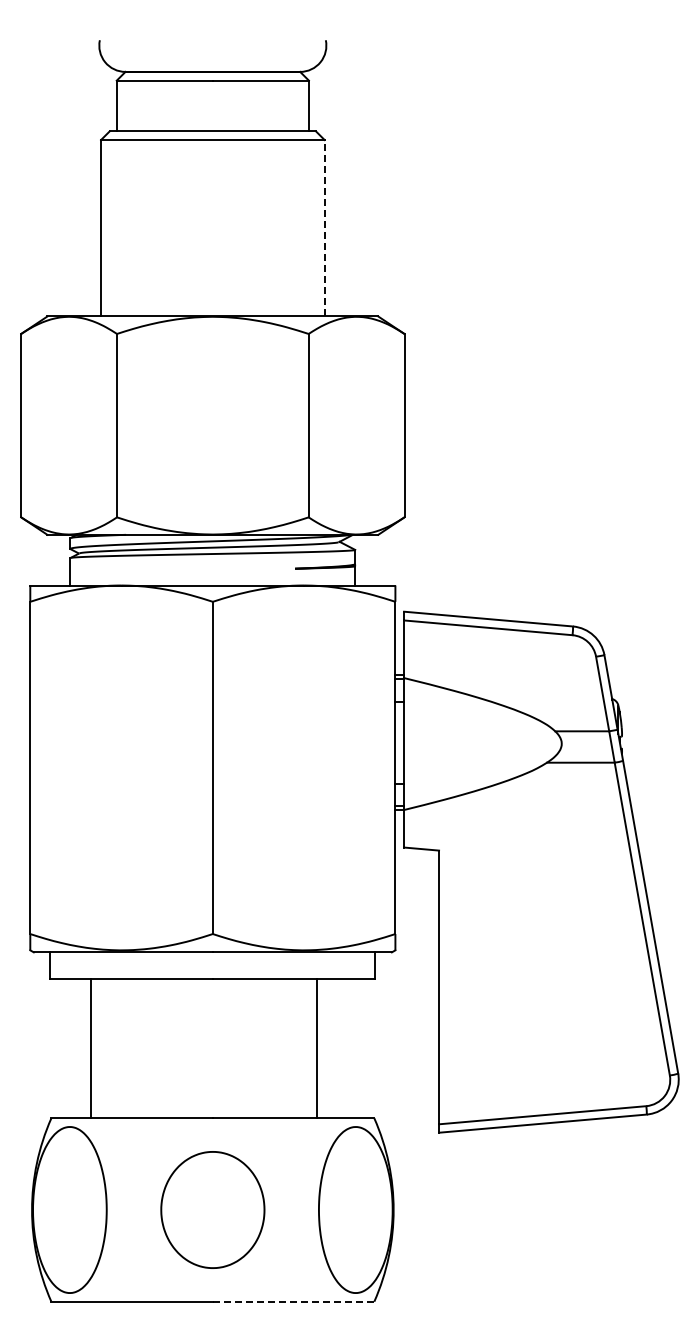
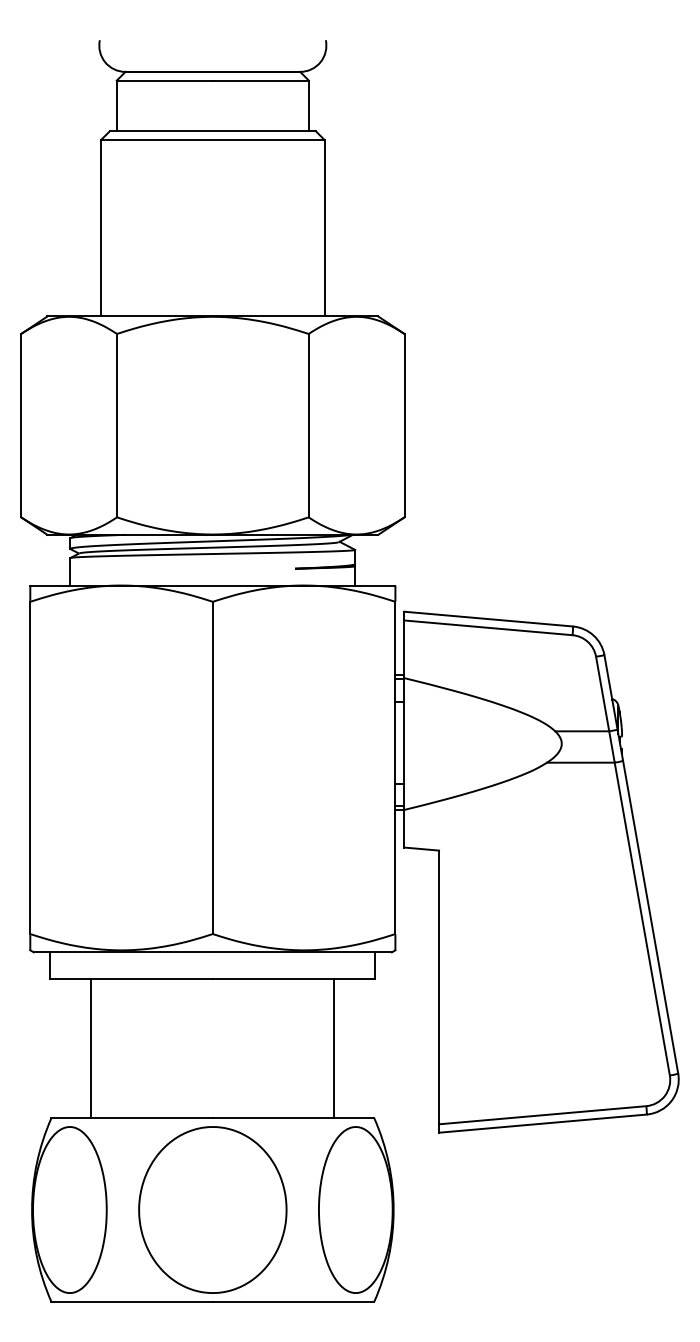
line at (324, 227): dashed -> solid
line at (317, 1048) position: (317, 1048) -> (334, 1048)
part at (212, 1209) size: 106x118 px -> 150x168 px
line at (293, 1301): dashed -> solid
